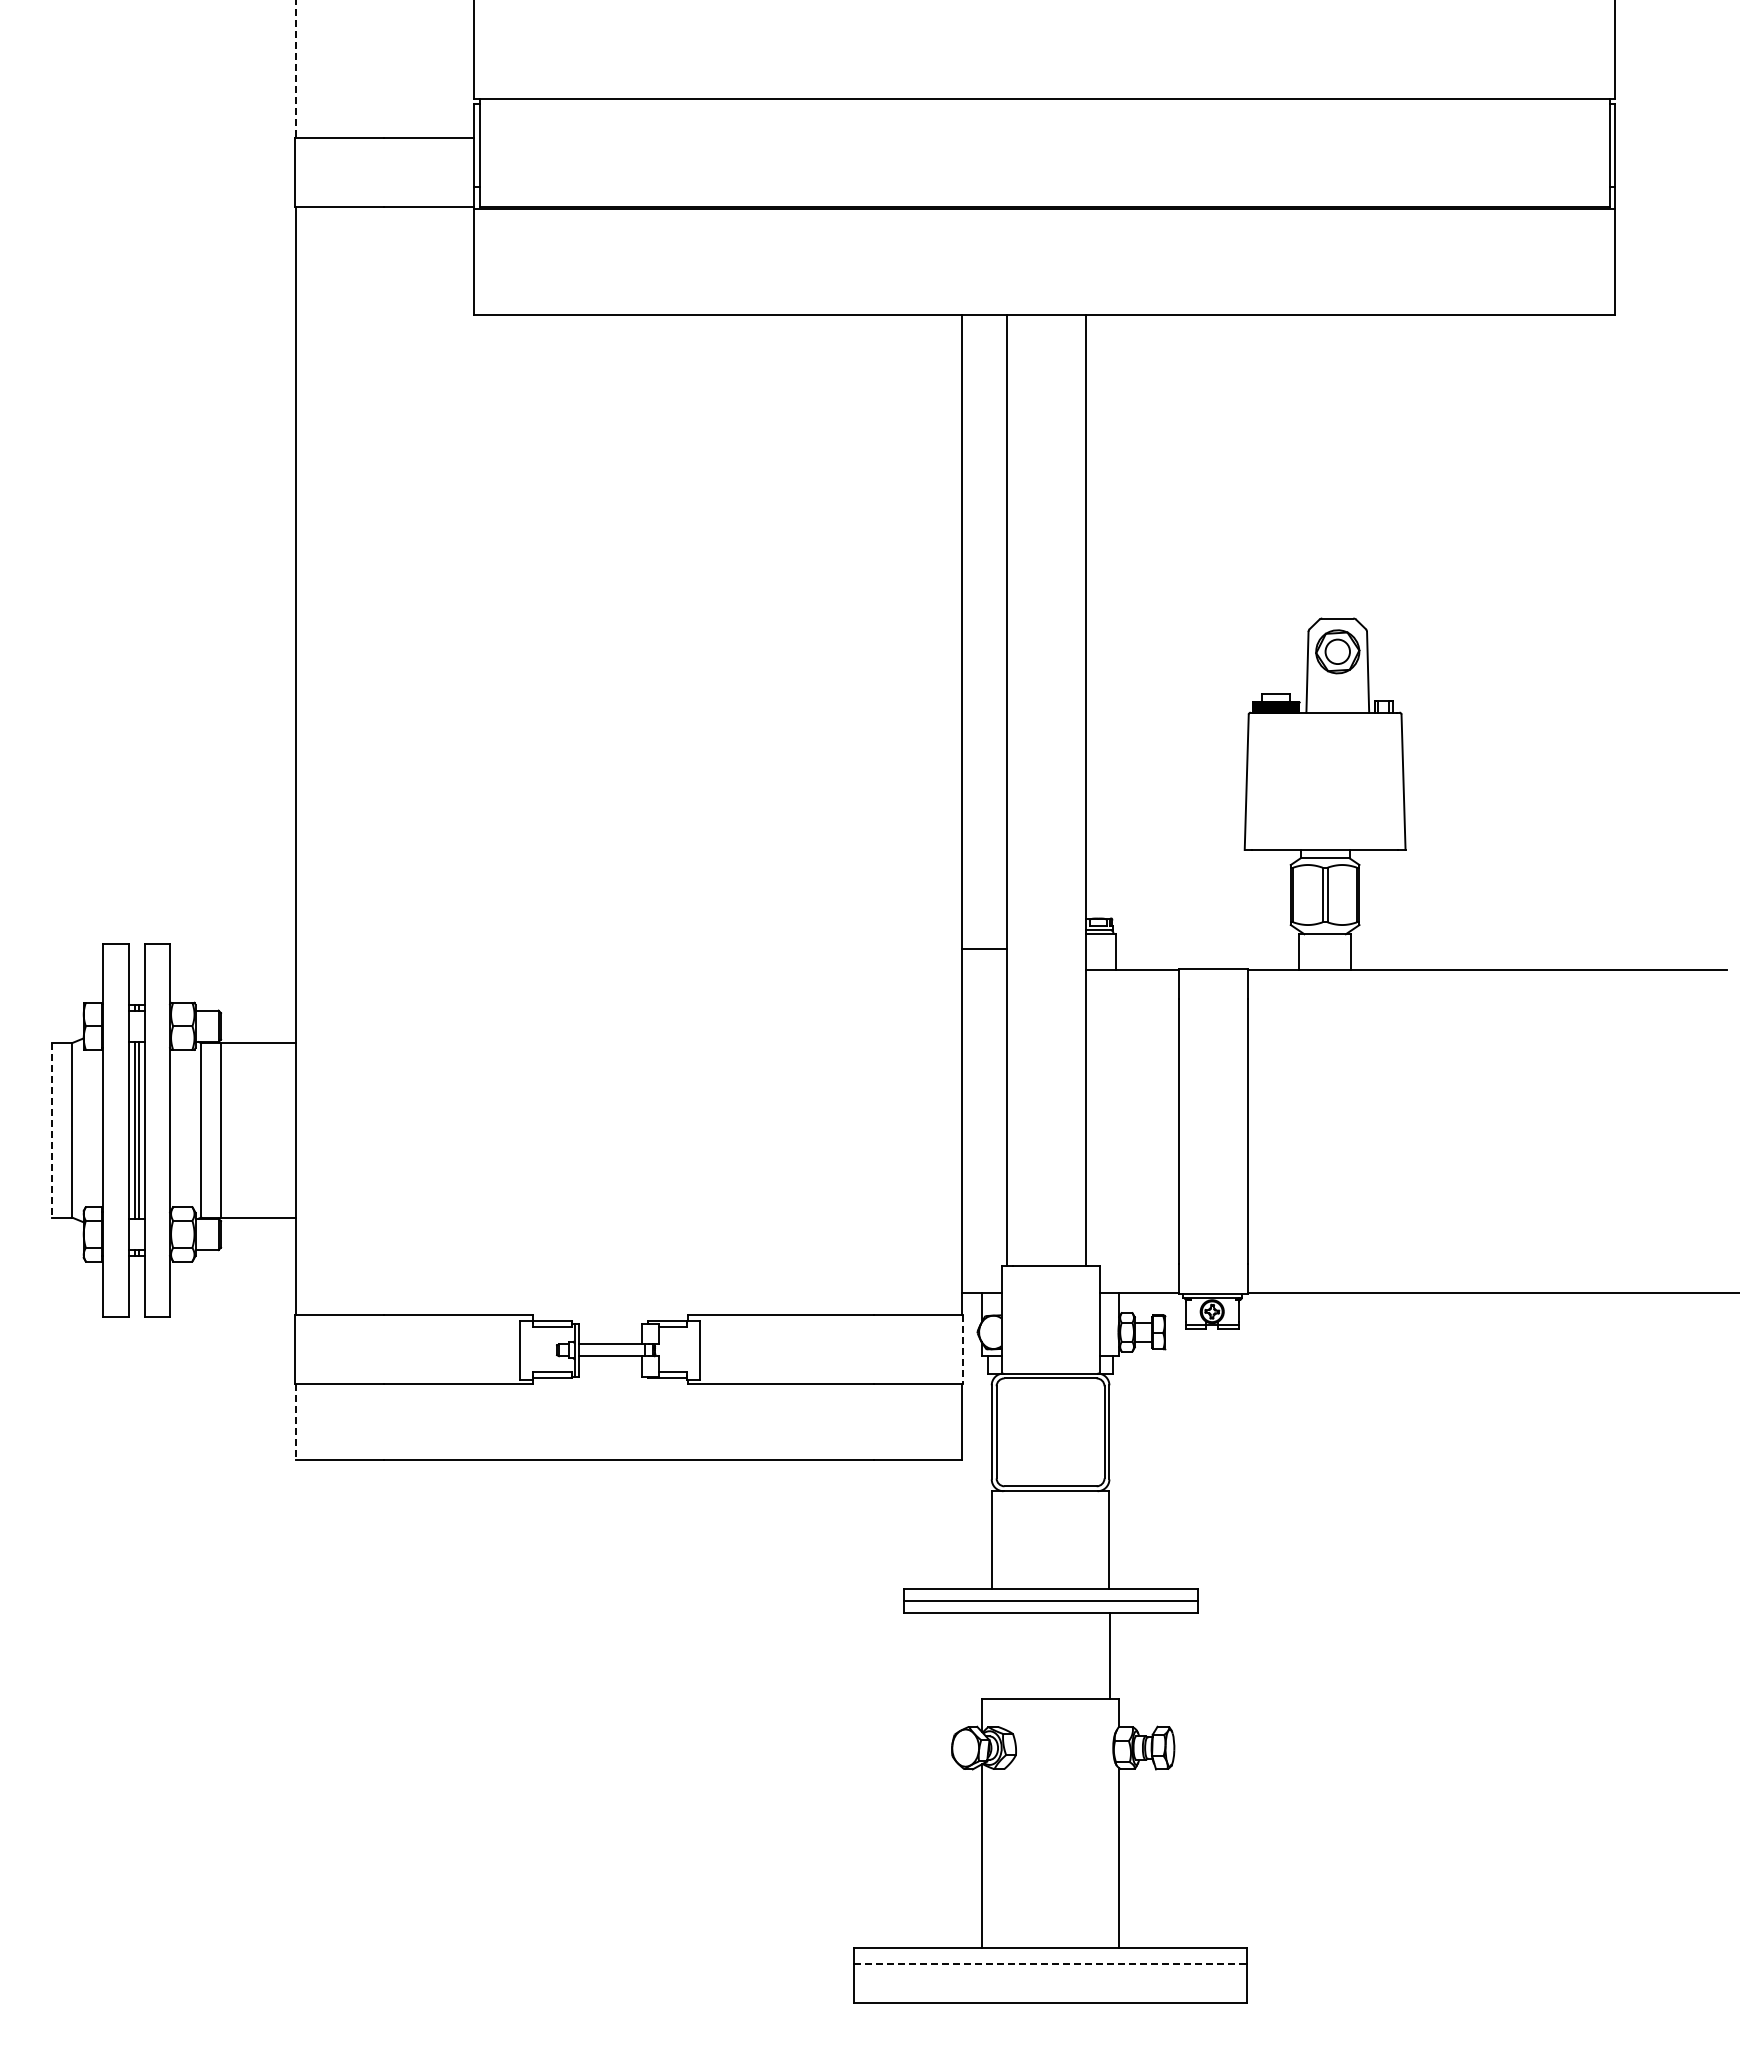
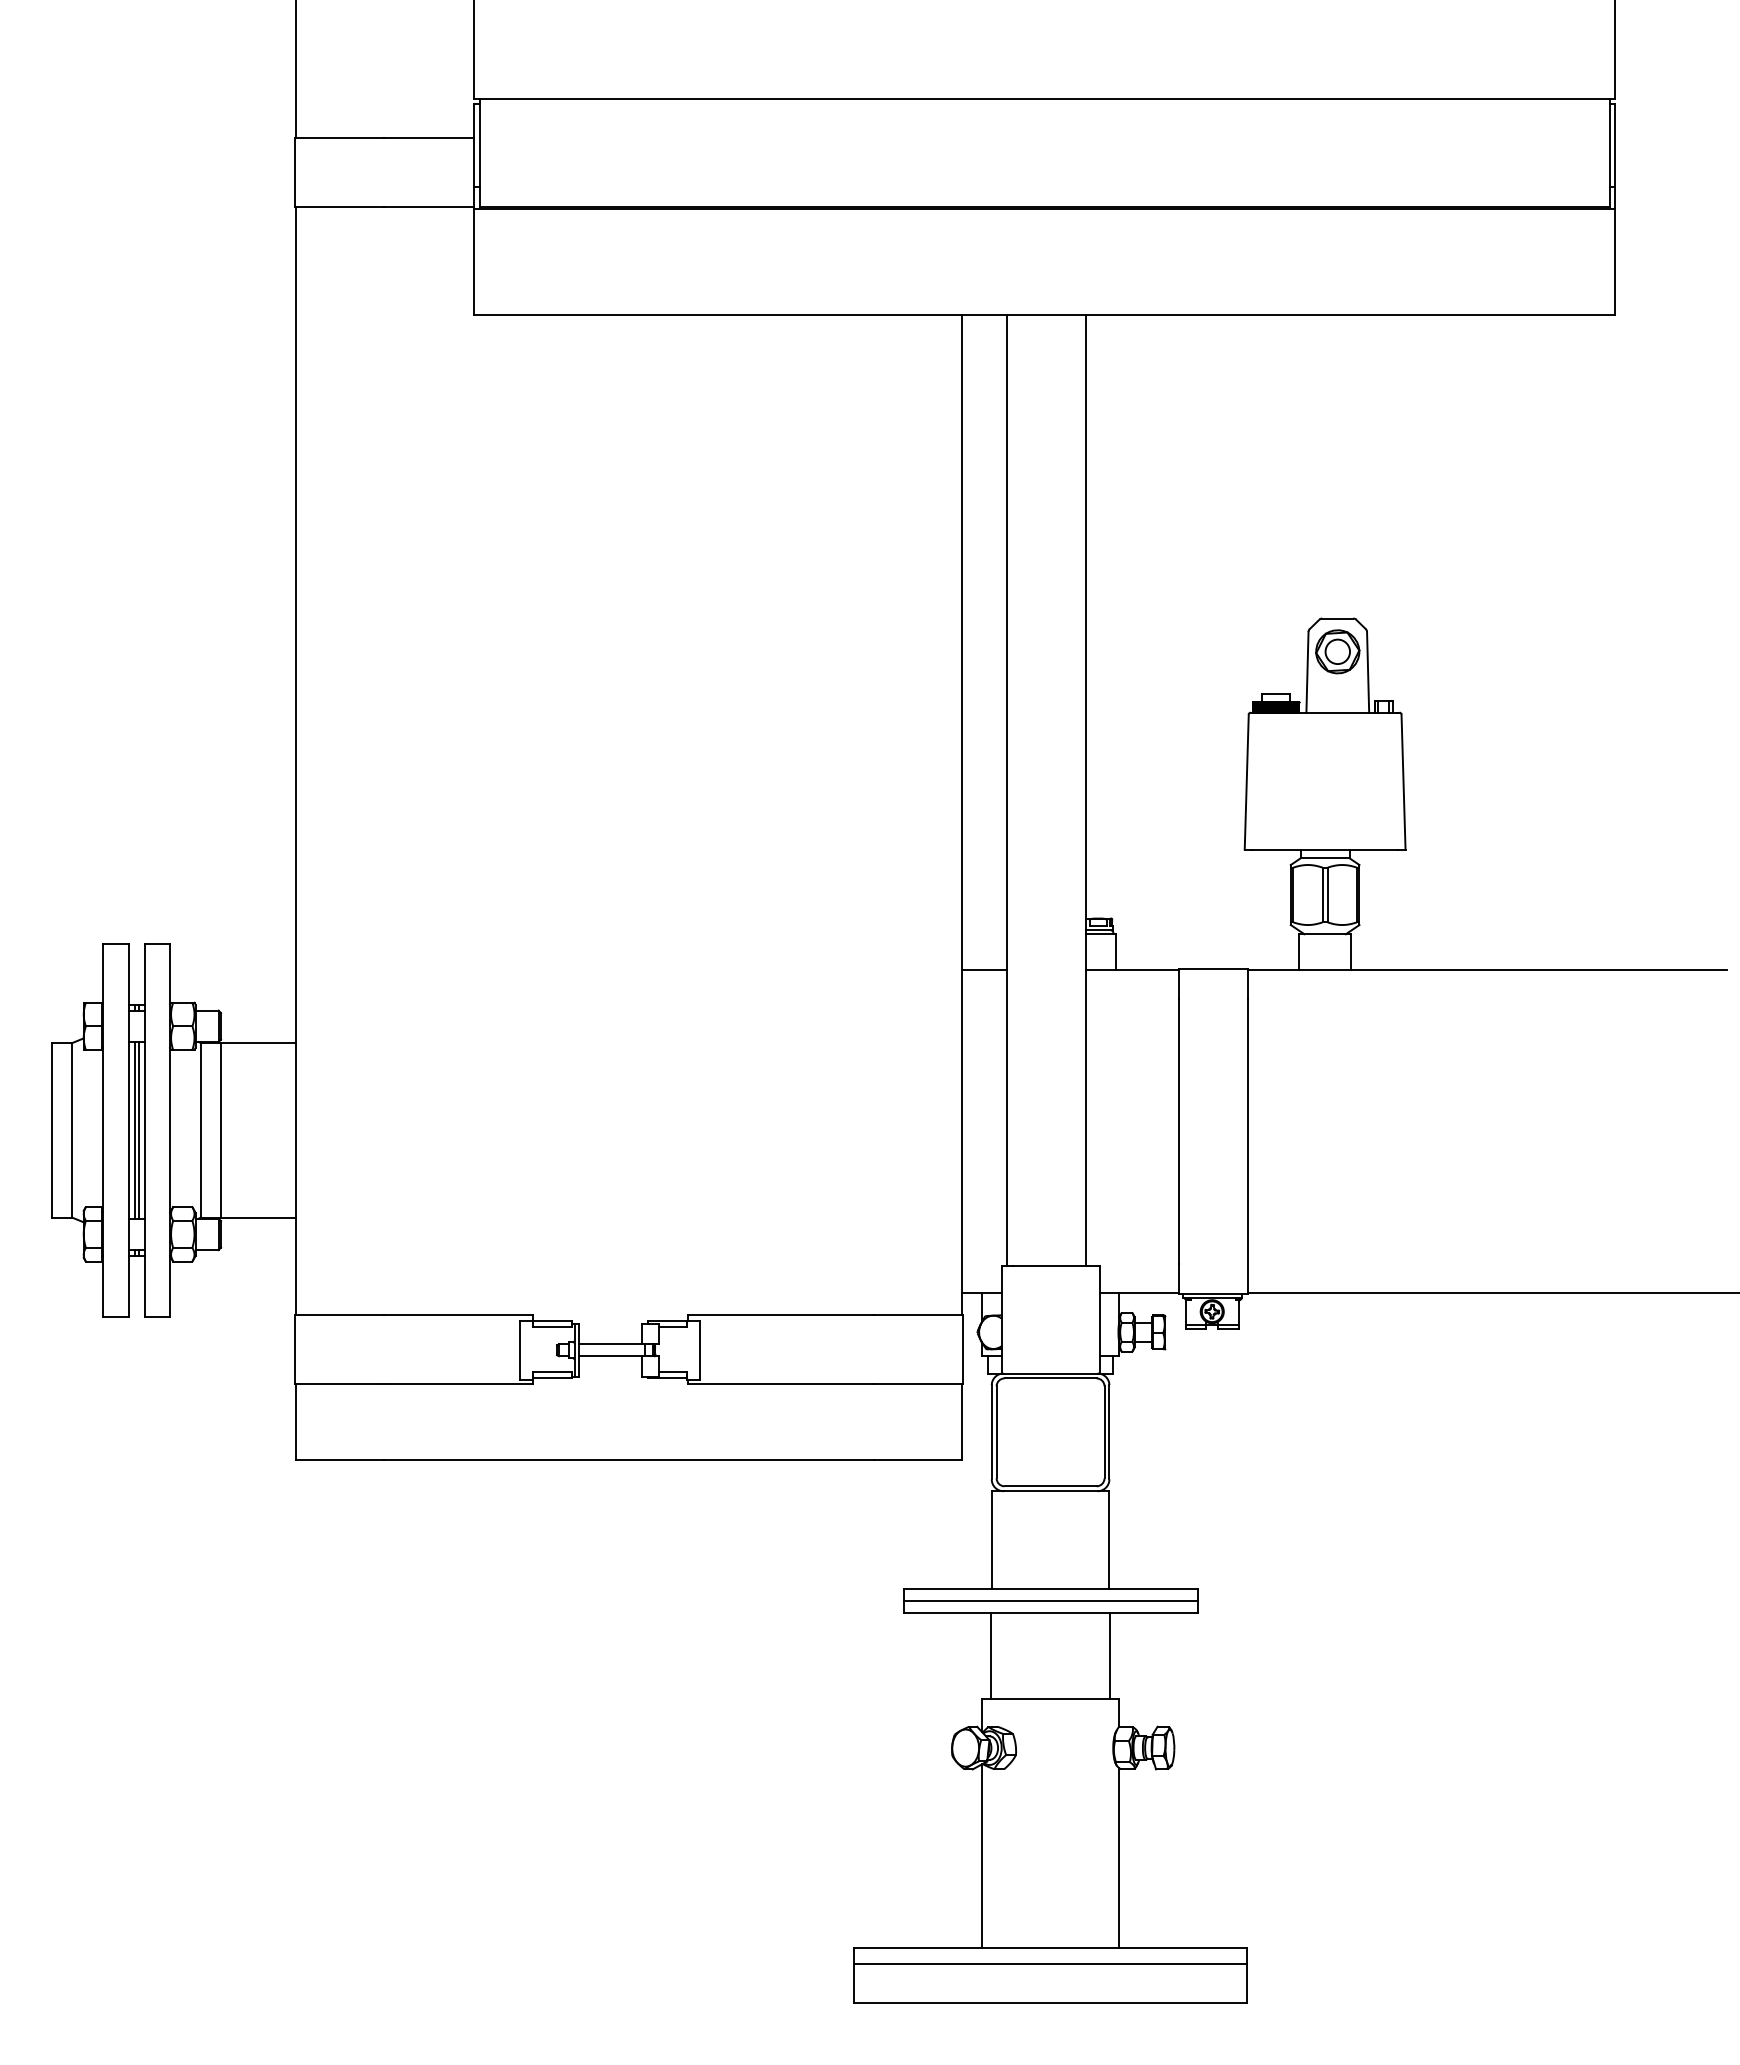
line at (295, 69): dashed -> solid
line at (984, 948) position: (984, 948) -> (984, 969)
line at (52, 1130): dashed -> solid
line at (963, 1349): dashed -> solid
line at (295, 1422): dashed -> solid
line at (991, 1655): none -> present
line at (1051, 1963): dashed -> solid
